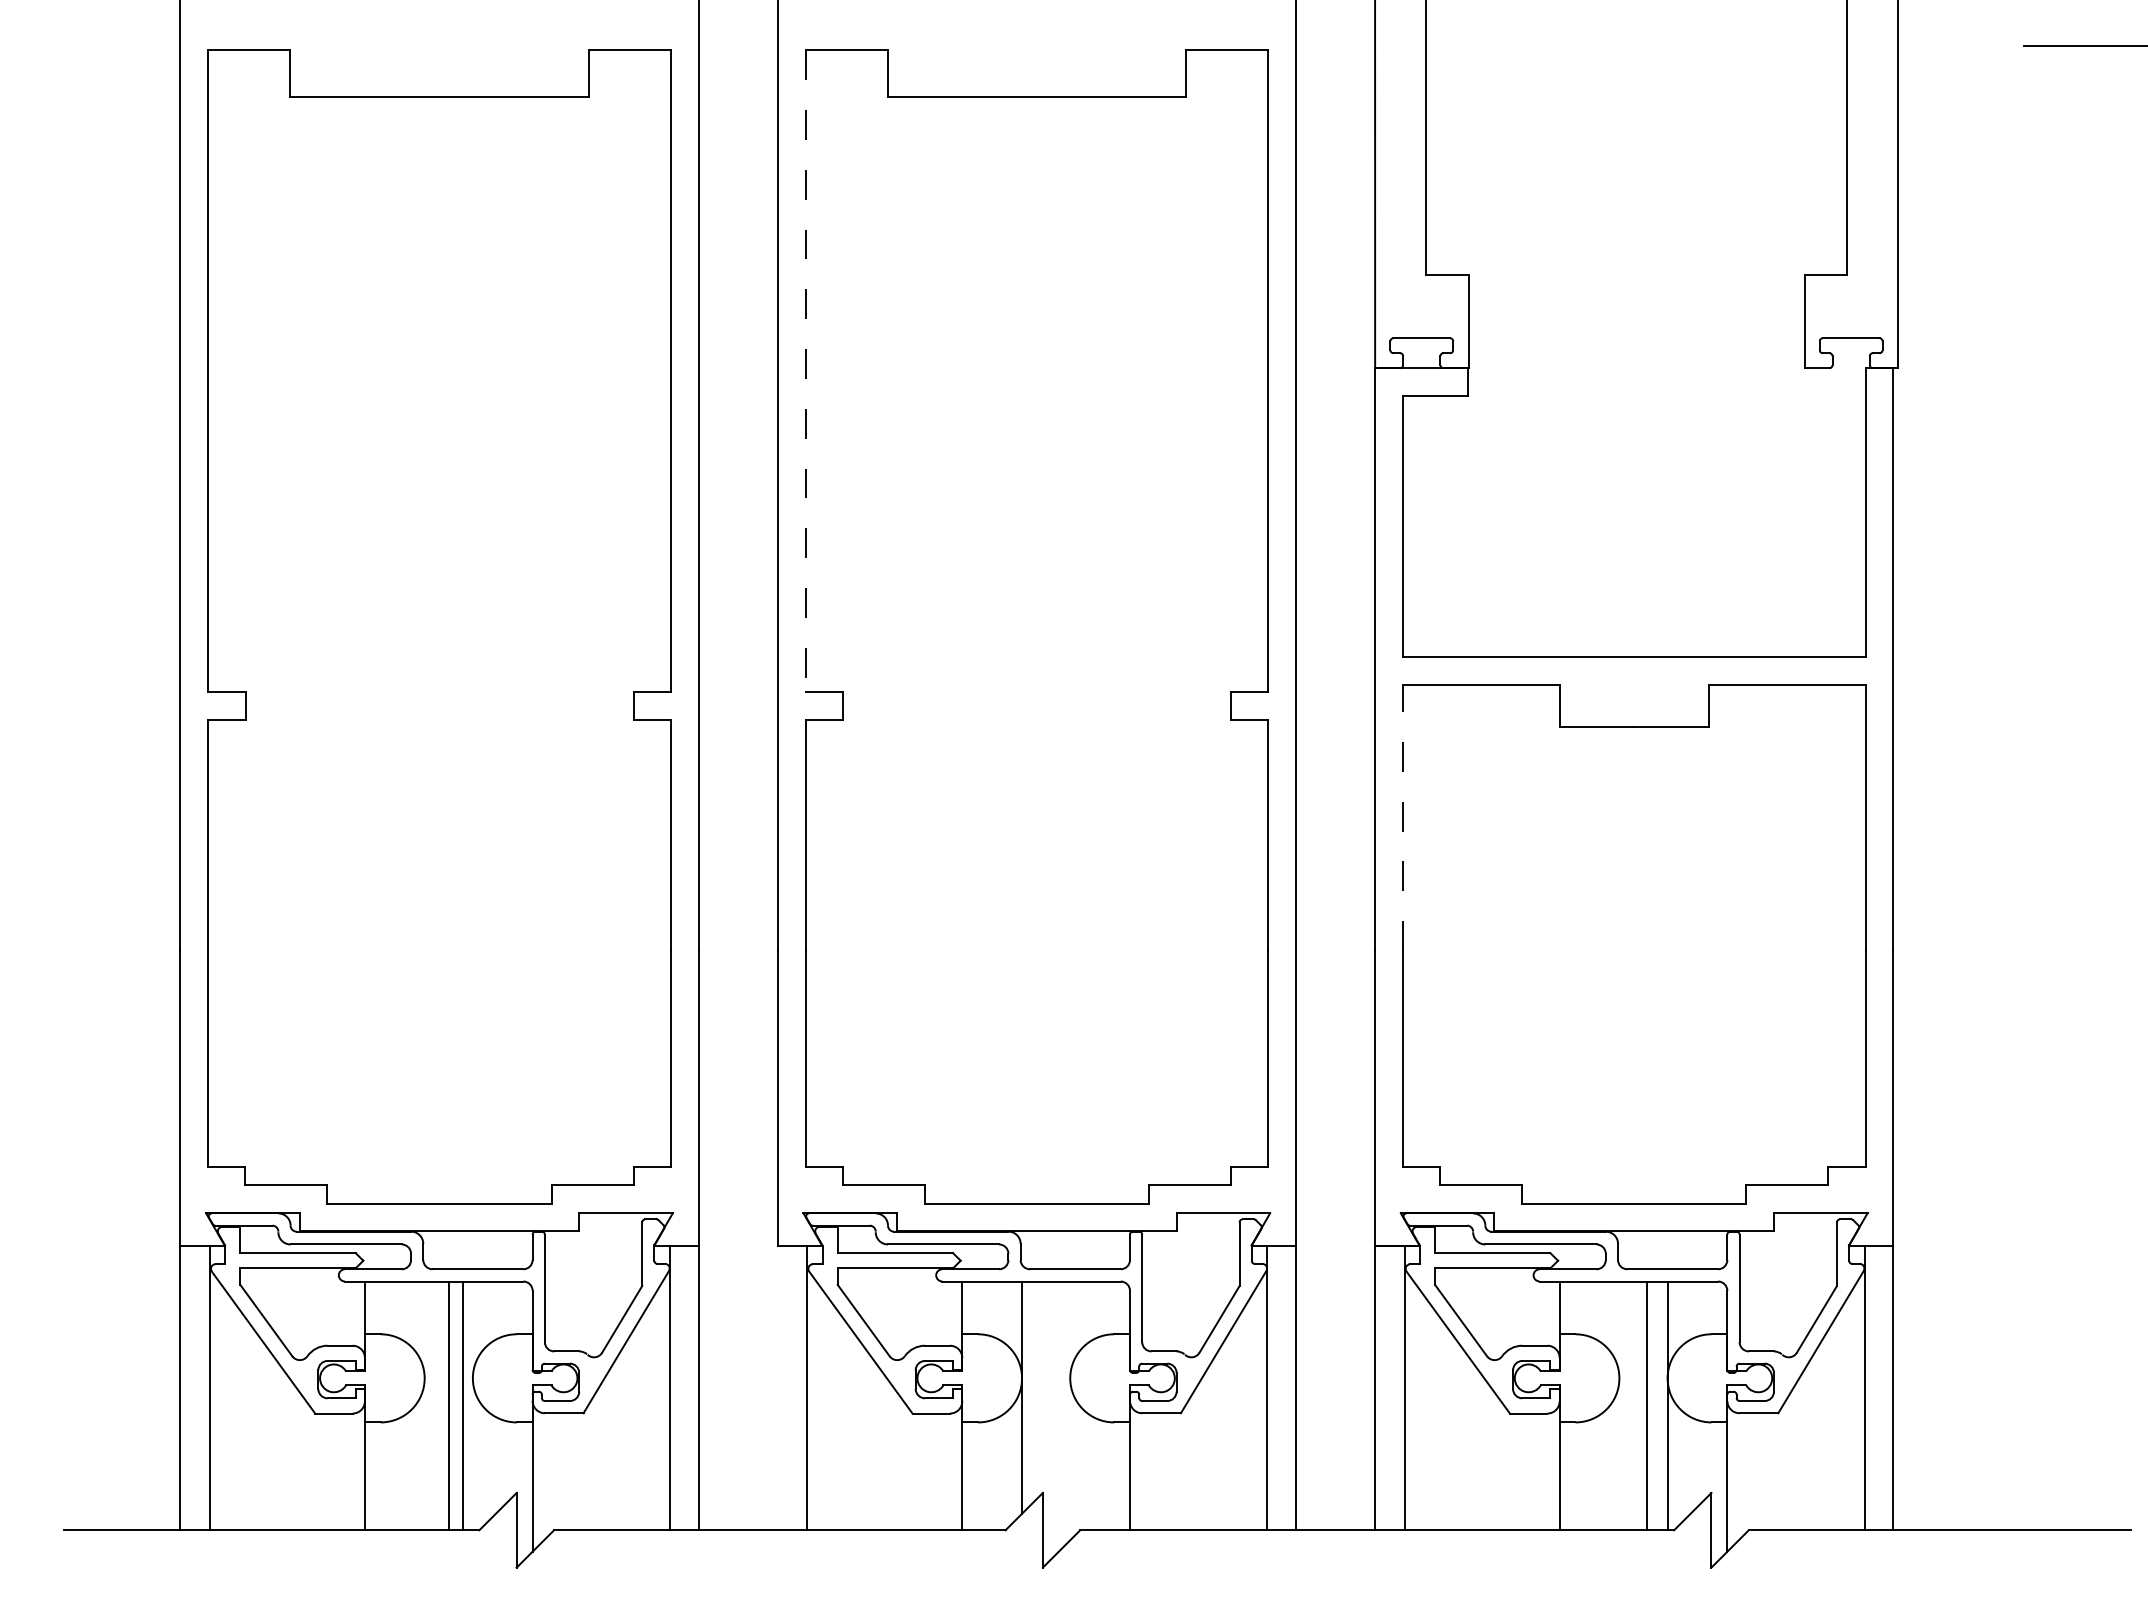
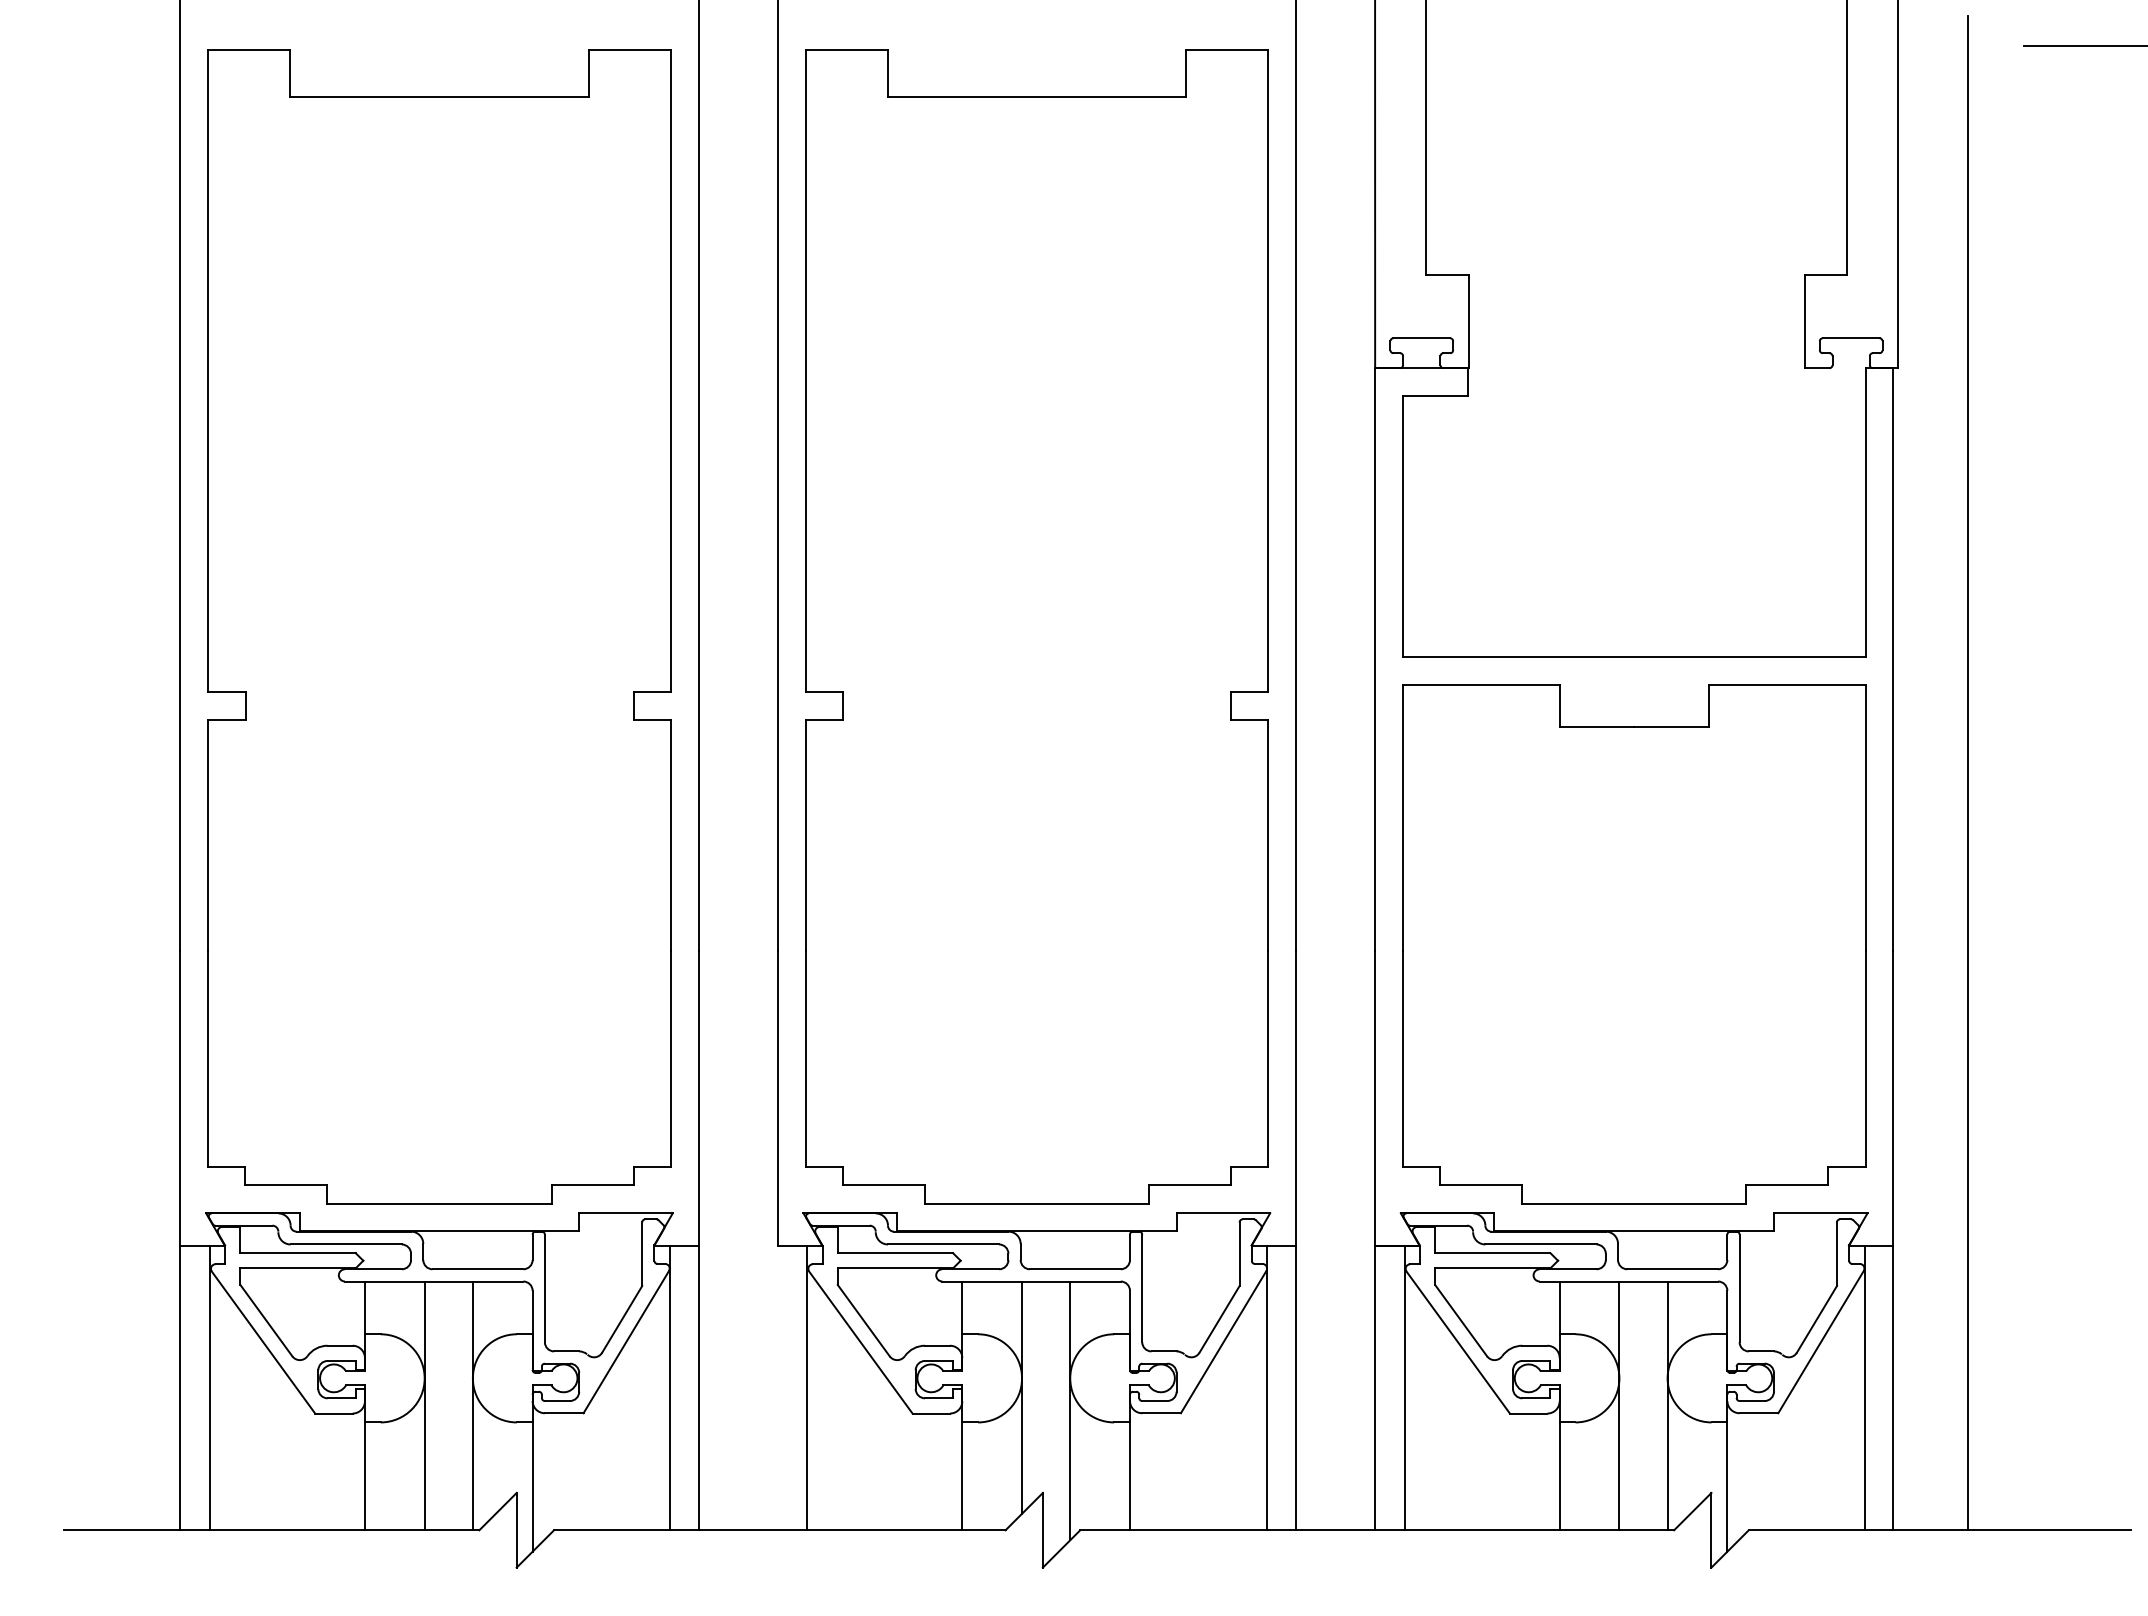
line at (805, 371): dashed -> solid
line at (1967, 772): none -> present
line at (1402, 817): dashed -> solid
line at (448, 1405) position: (448, 1405) -> (472, 1405)
line at (462, 1405) position: (462, 1405) -> (424, 1405)
line at (1647, 1405) position: (1647, 1405) -> (1619, 1405)
line at (1070, 1410): none -> present
